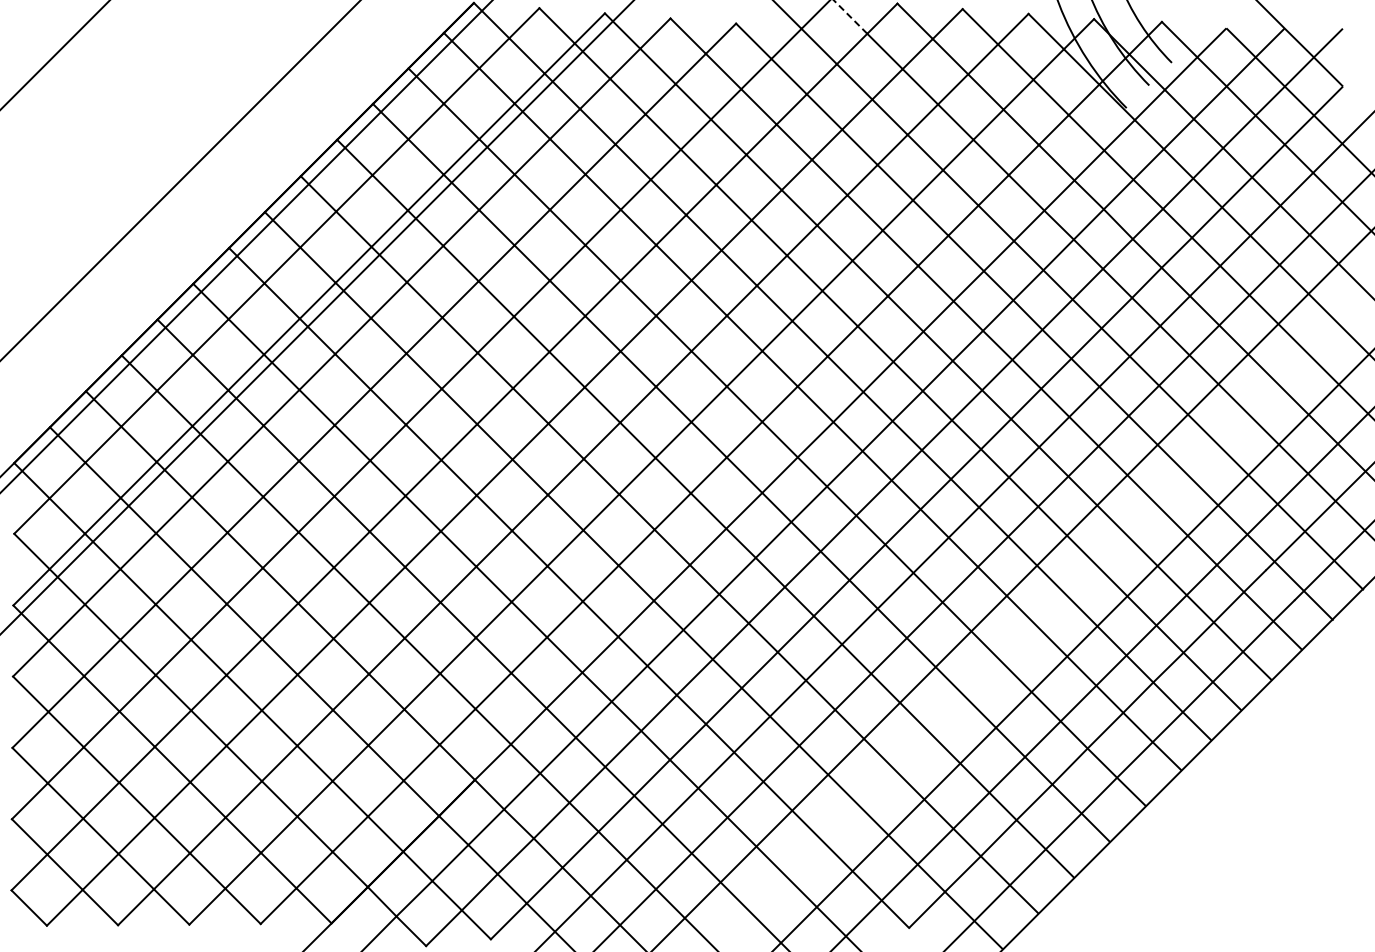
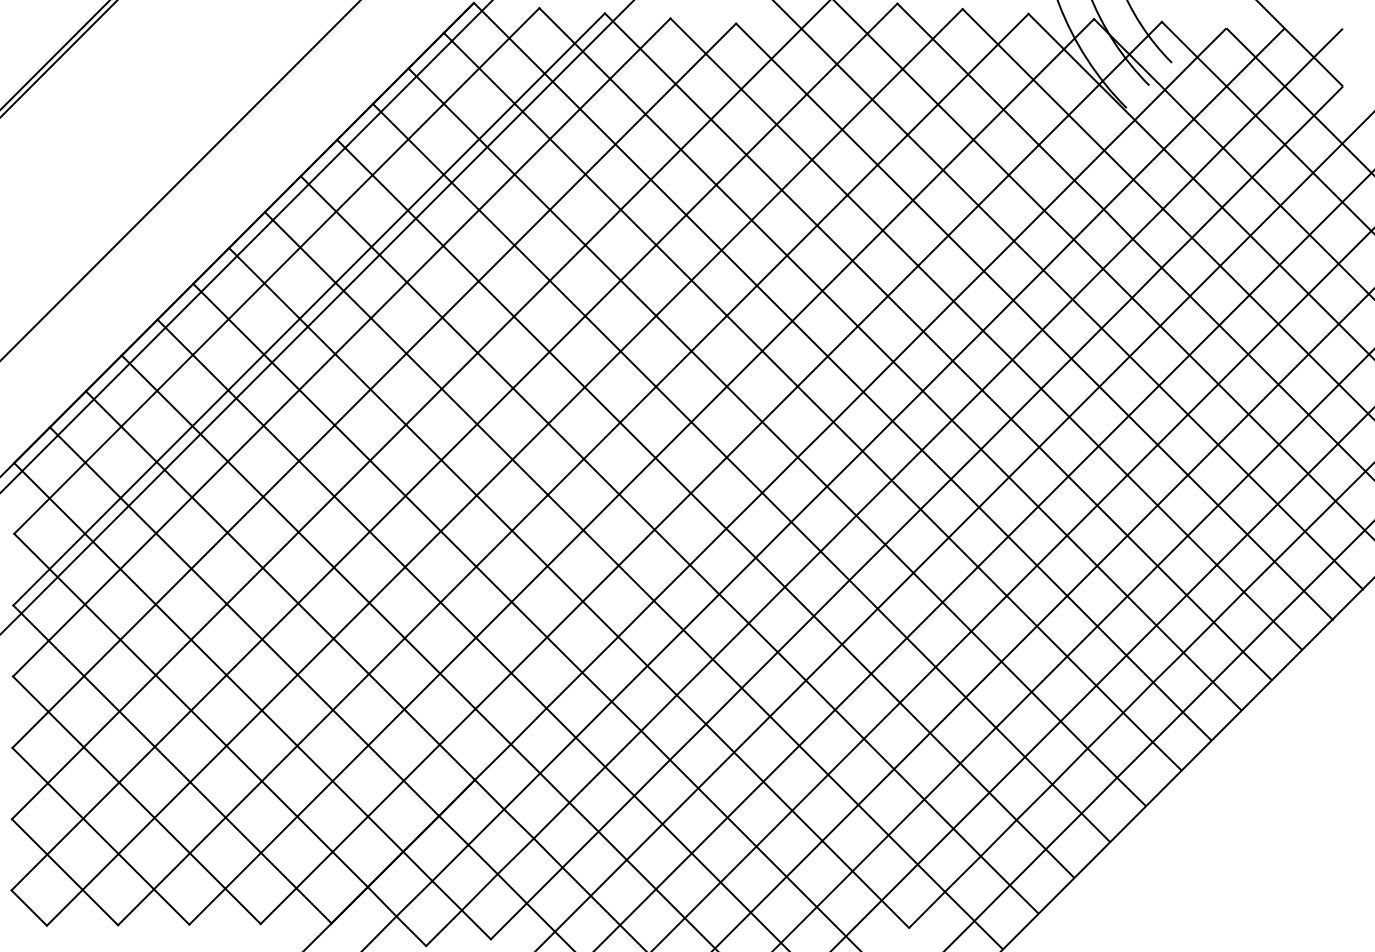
line at (850, 17): dashed -> solid
line at (58, 58): none -> present
line at (1042, 619): none -> present
